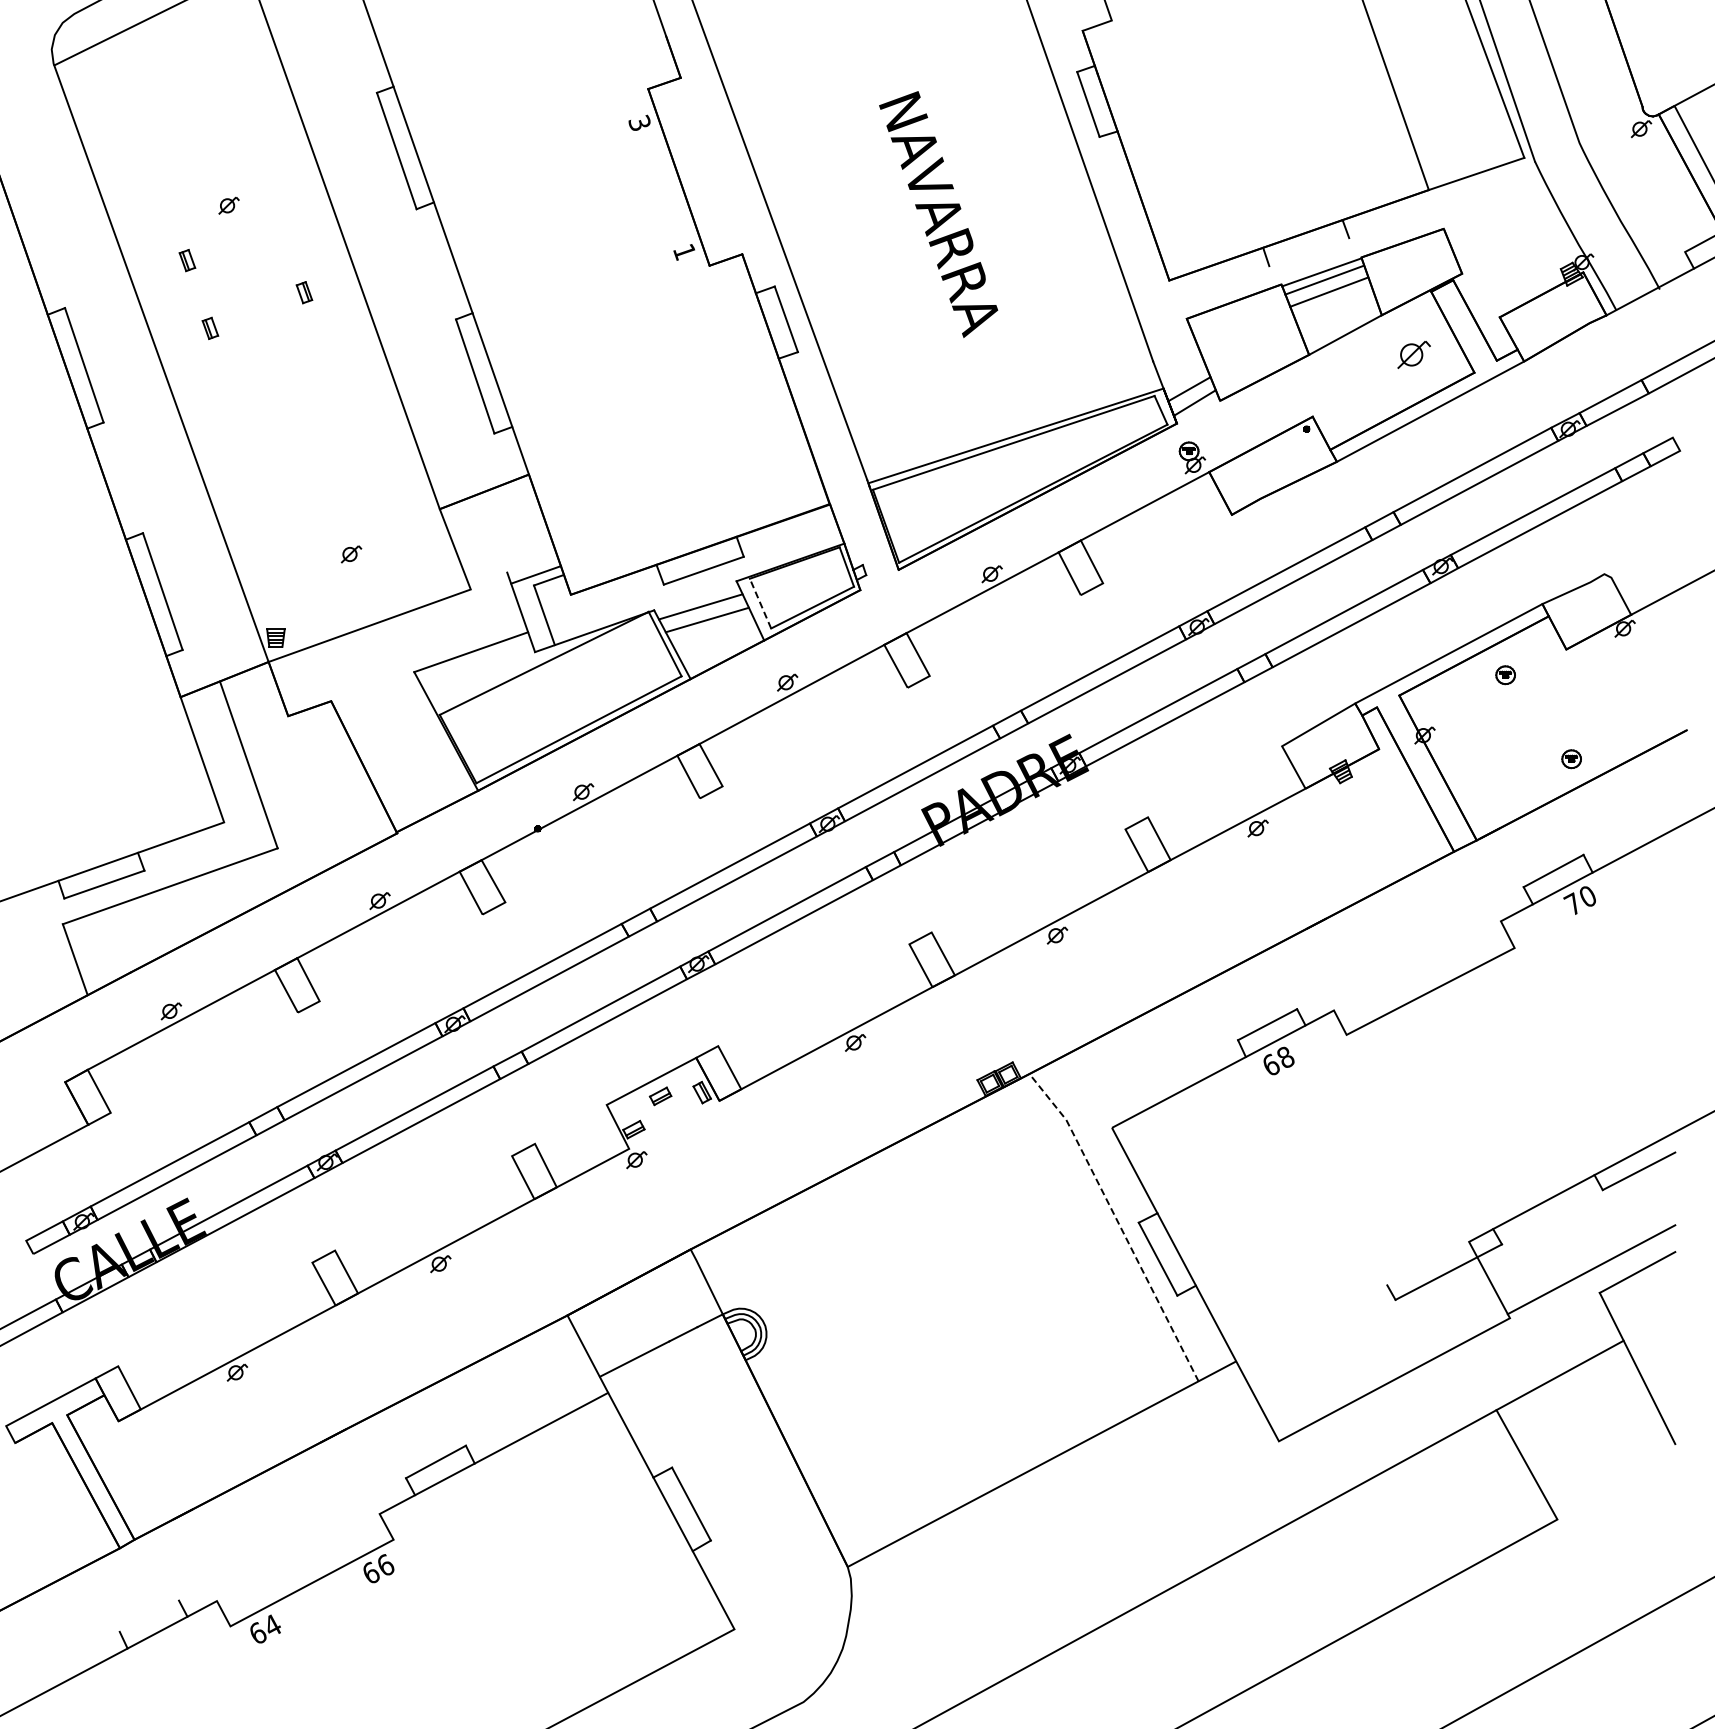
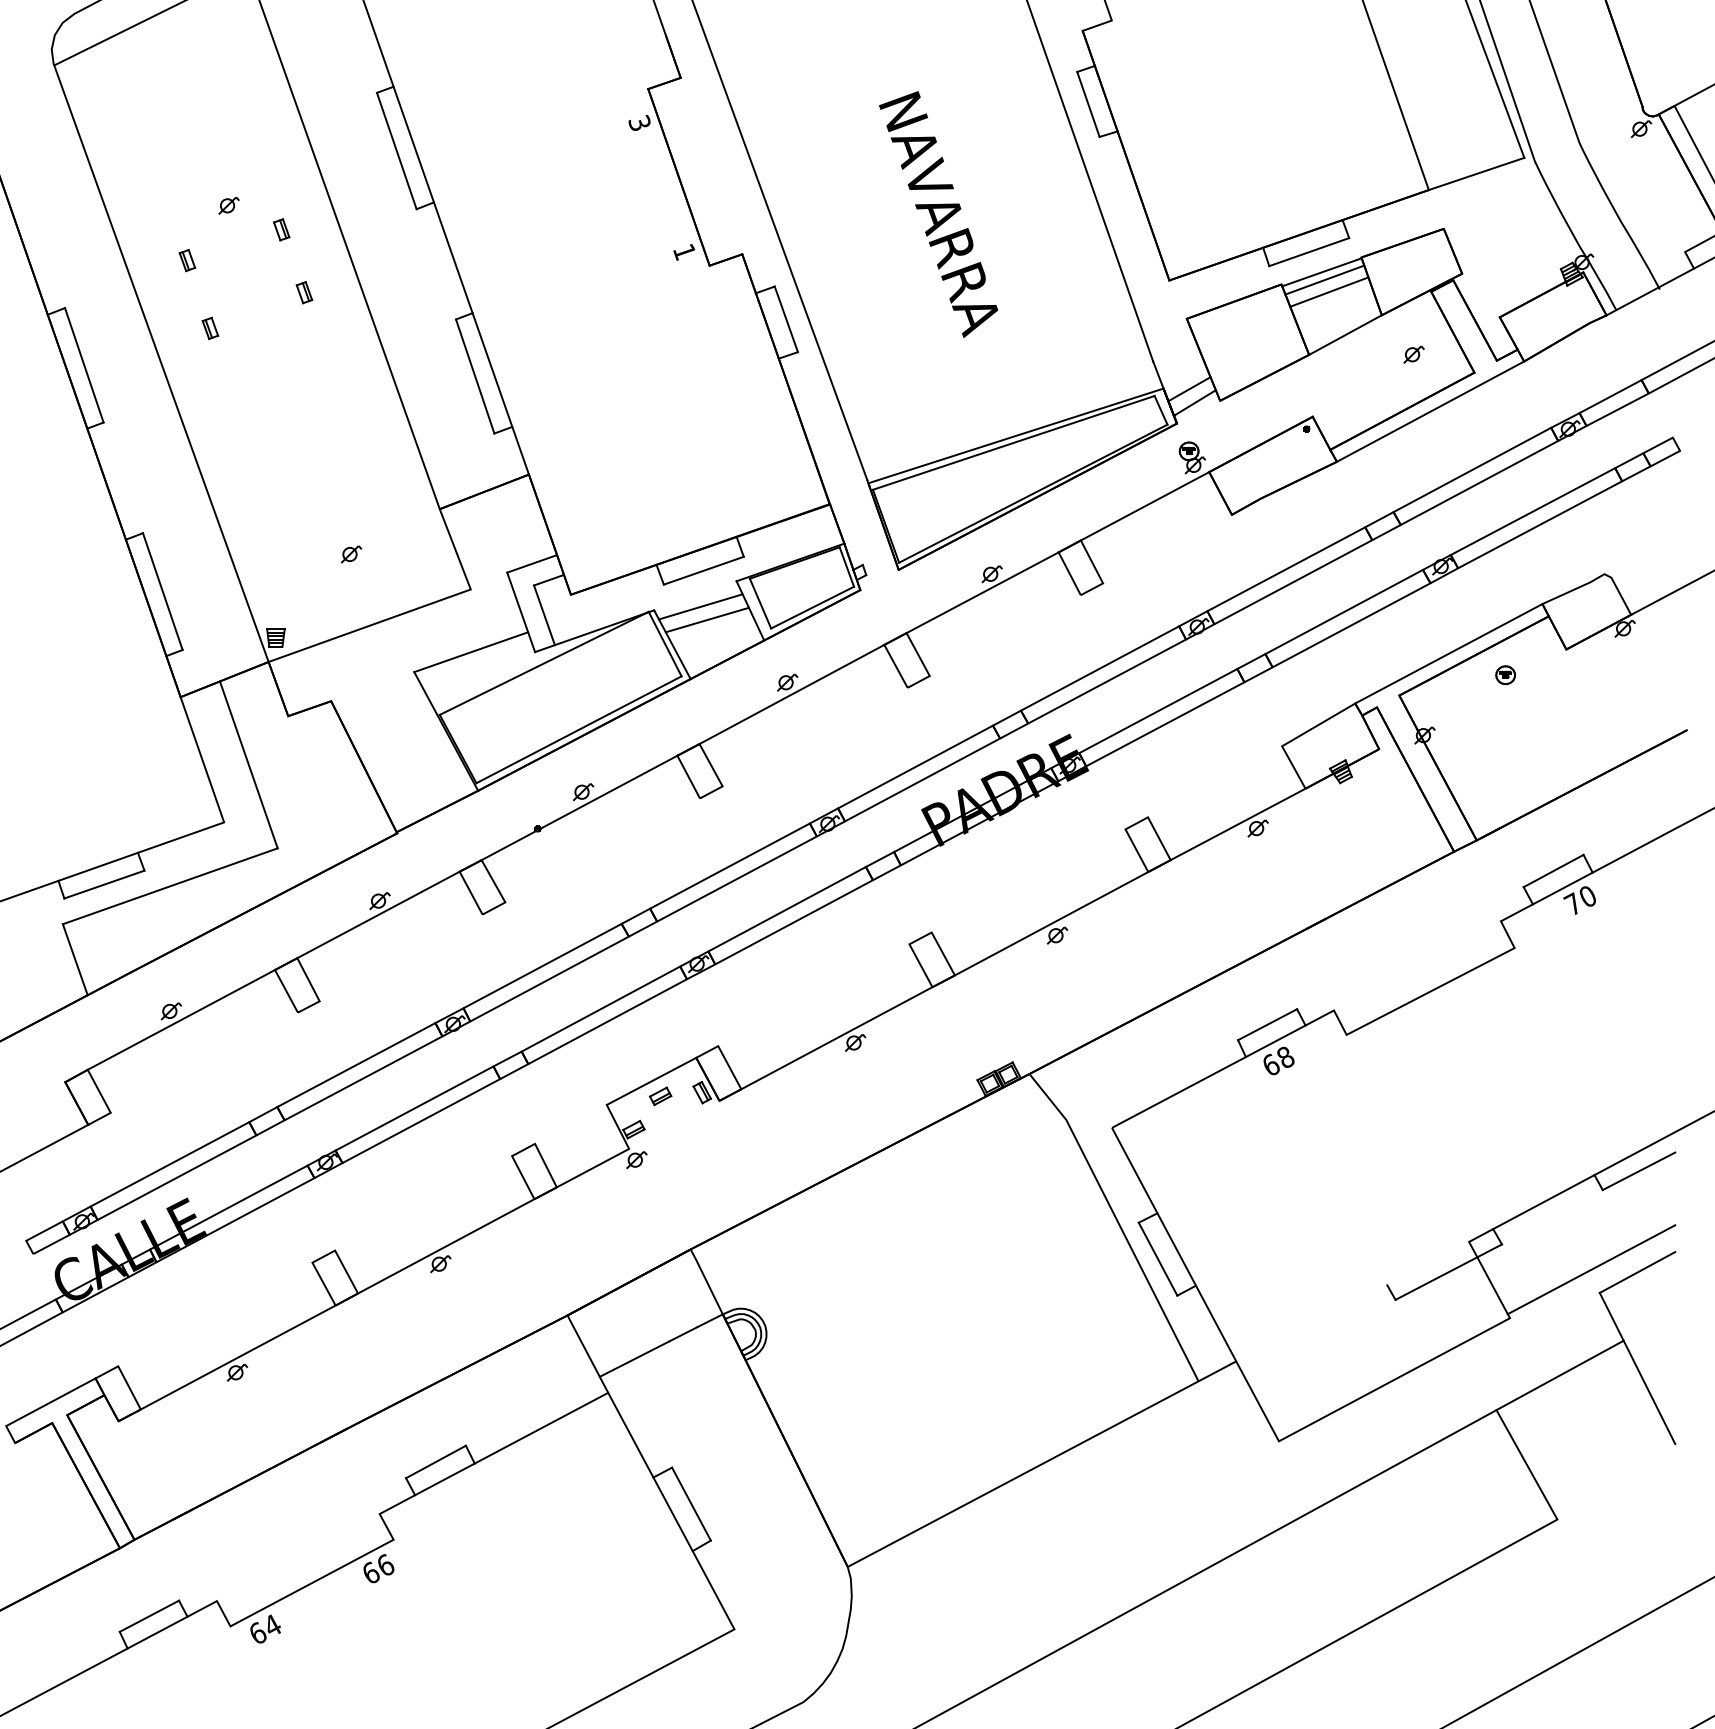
part at (281, 229): none -> present
line at (1309, 252): none -> present
part at (1413, 354) size: 34x28 px -> 22x19 px
line at (536, 574) position: (536, 574) -> (532, 563)
line at (760, 603): dashed -> solid
part at (1571, 759): present -> none
line at (1119, 1224): dashed -> solid
line at (149, 1615): none -> present
